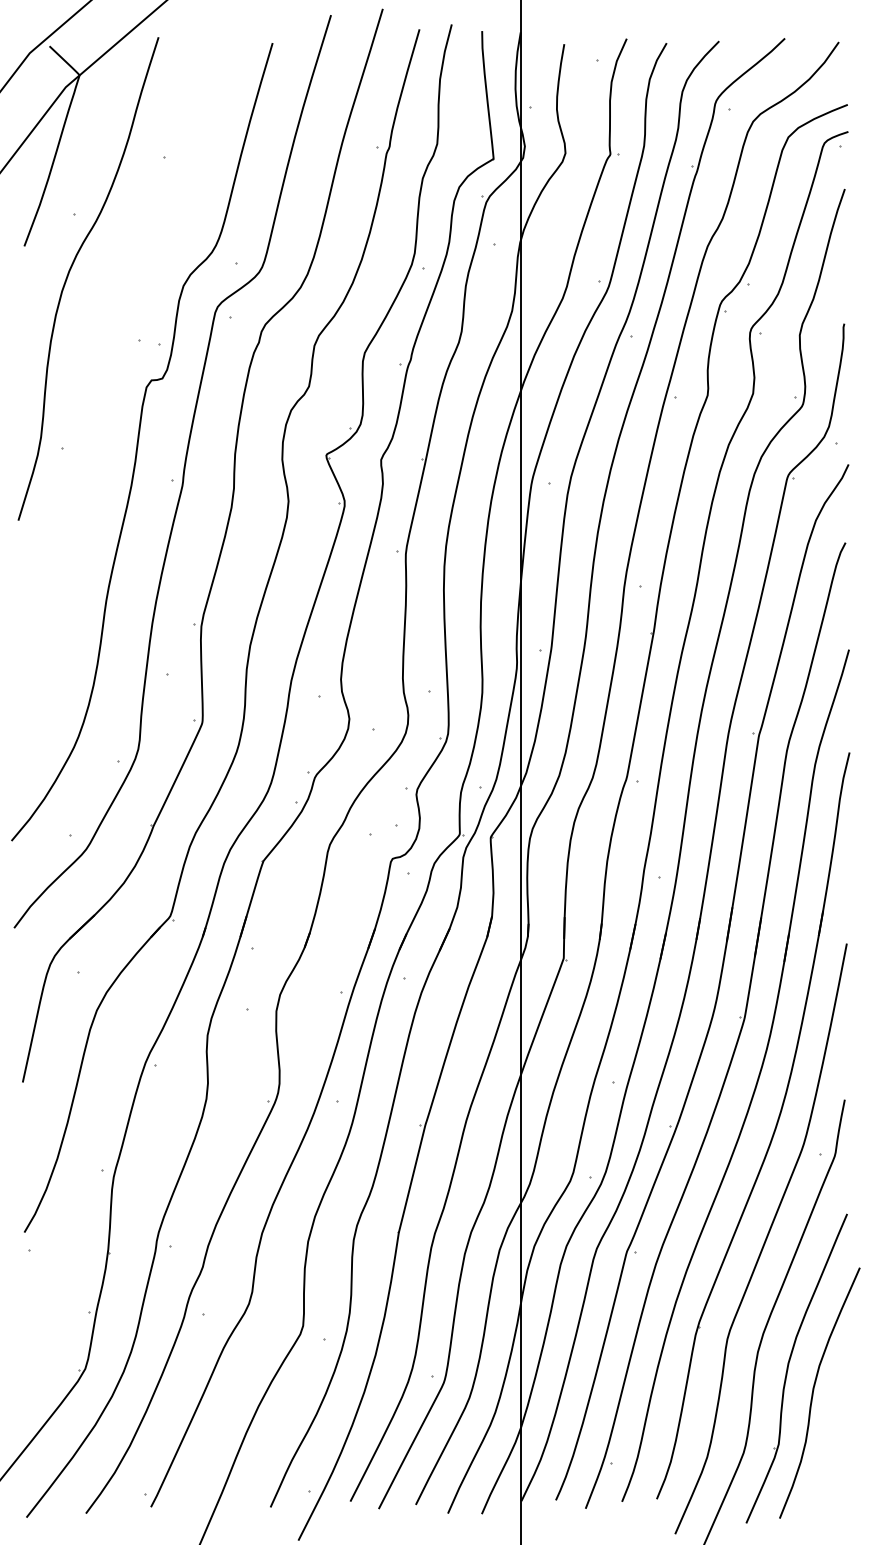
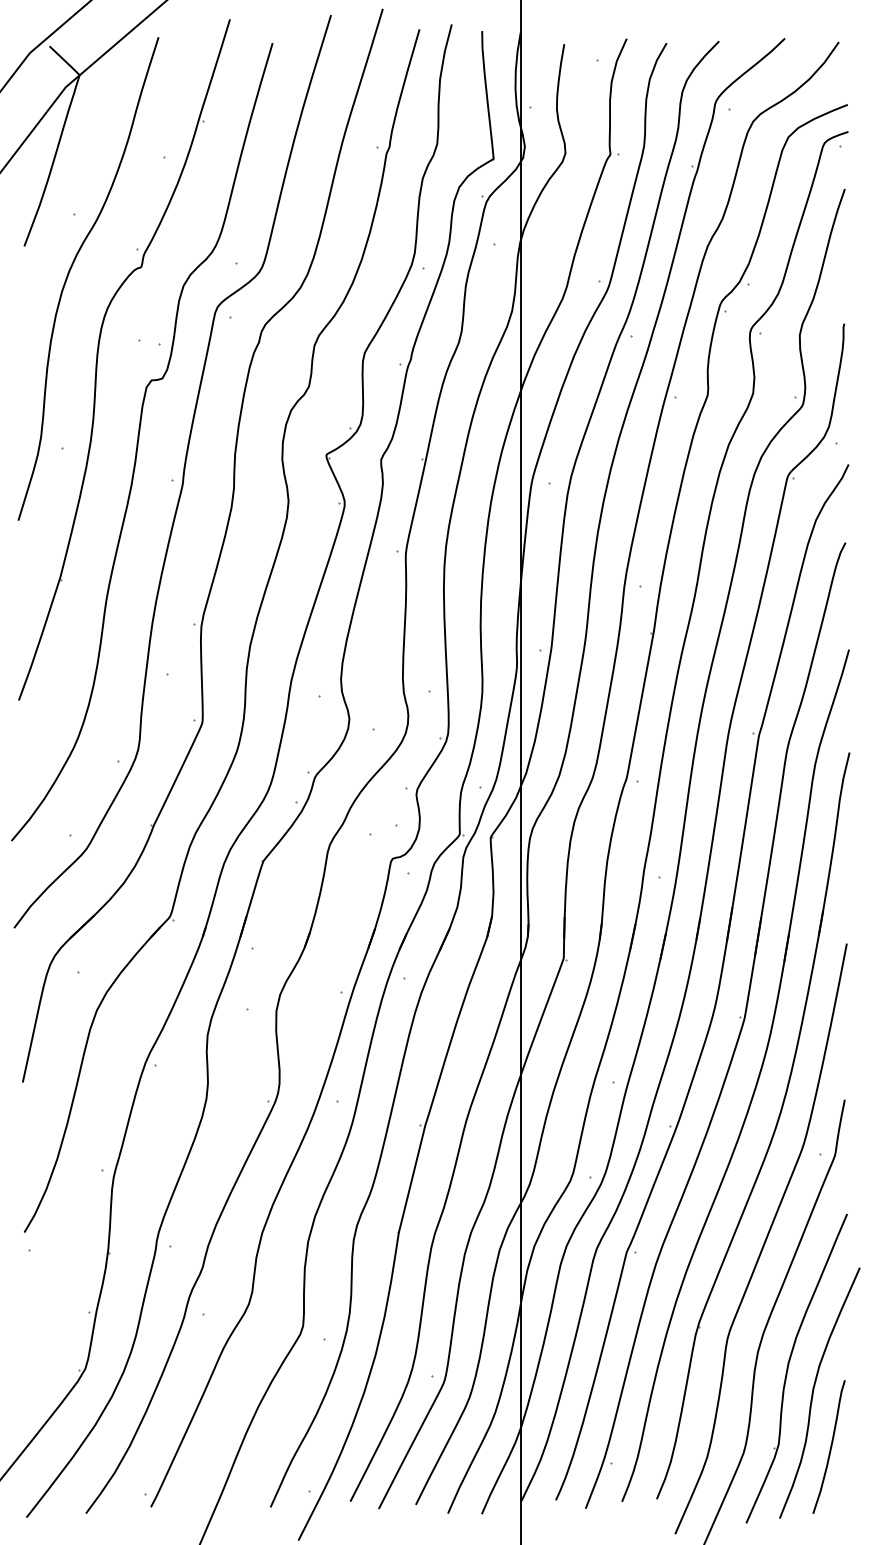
part at (98, 357): none -> present
curve at (830, 1446): none -> present
